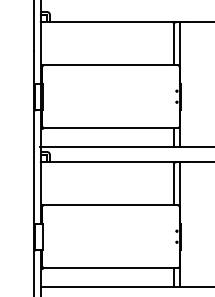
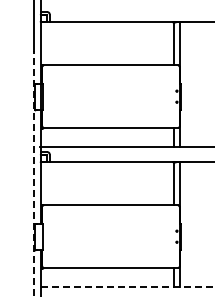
line at (33, 174): solid -> dashed
line at (127, 287): solid -> dashed
